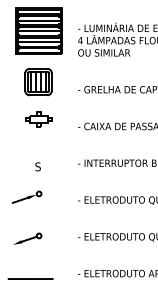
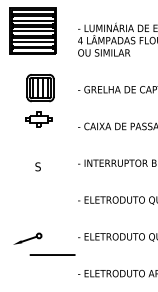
part at (38, 30) position: (38, 30) -> (32, 30)
part at (38, 82) position: (38, 82) -> (40, 88)
part at (26, 196): present -> none
line at (30, 278) position: (30, 278) -> (52, 254)
